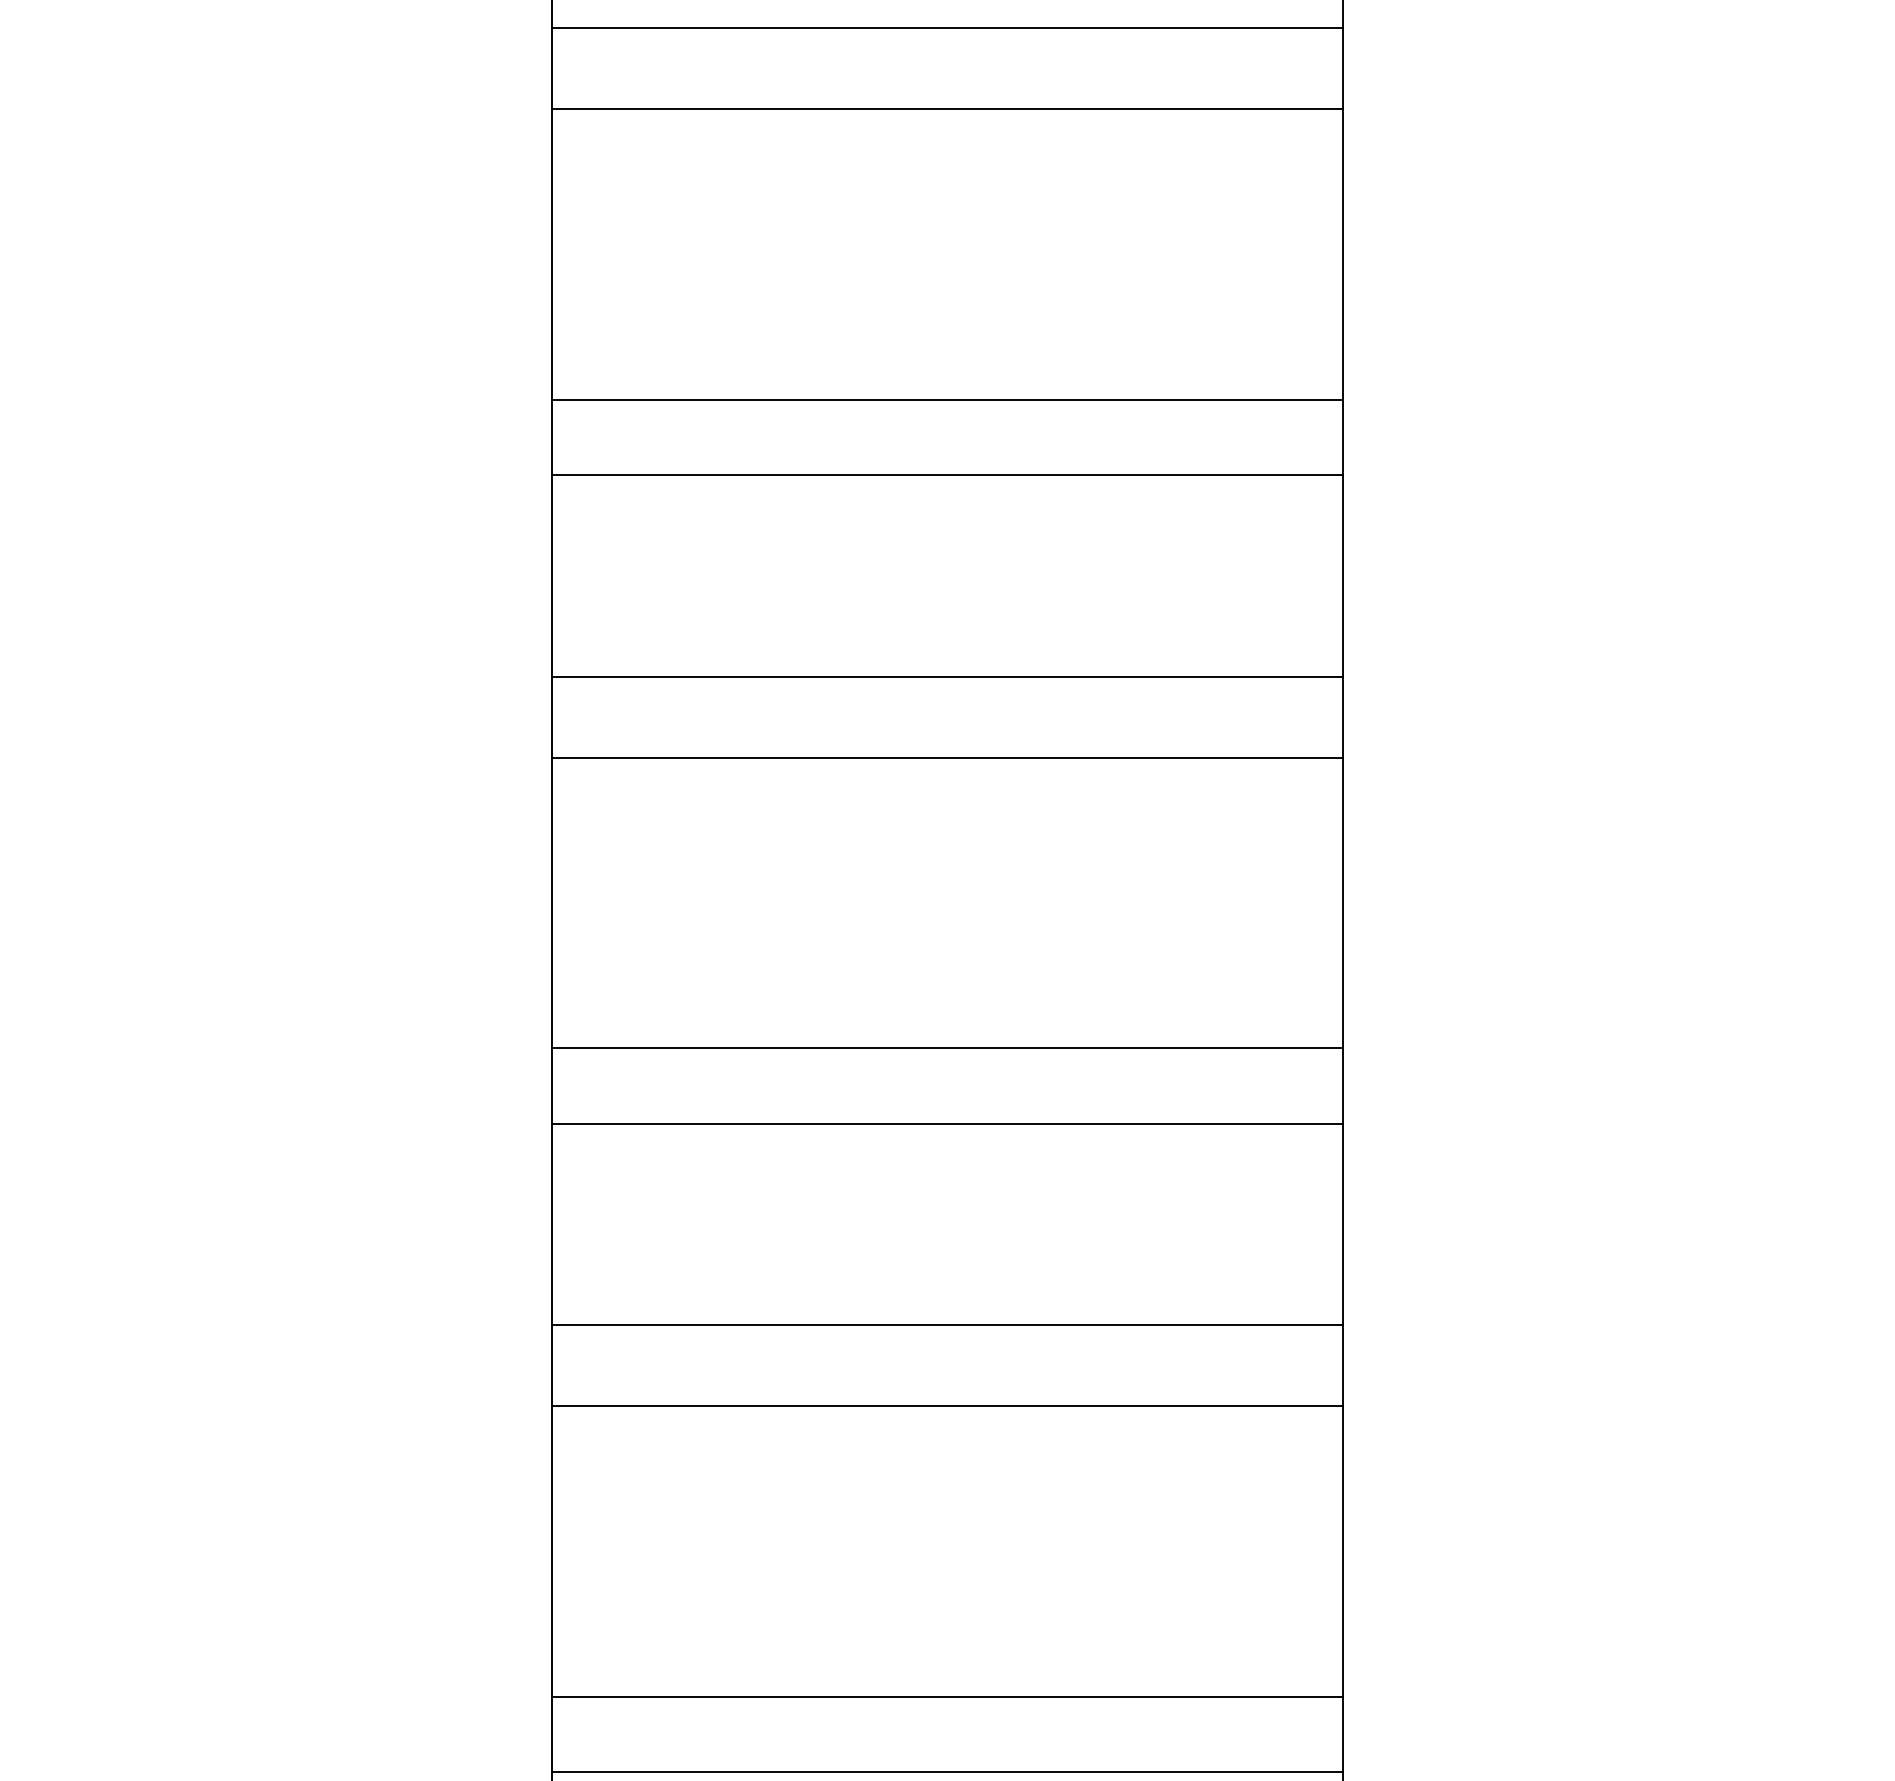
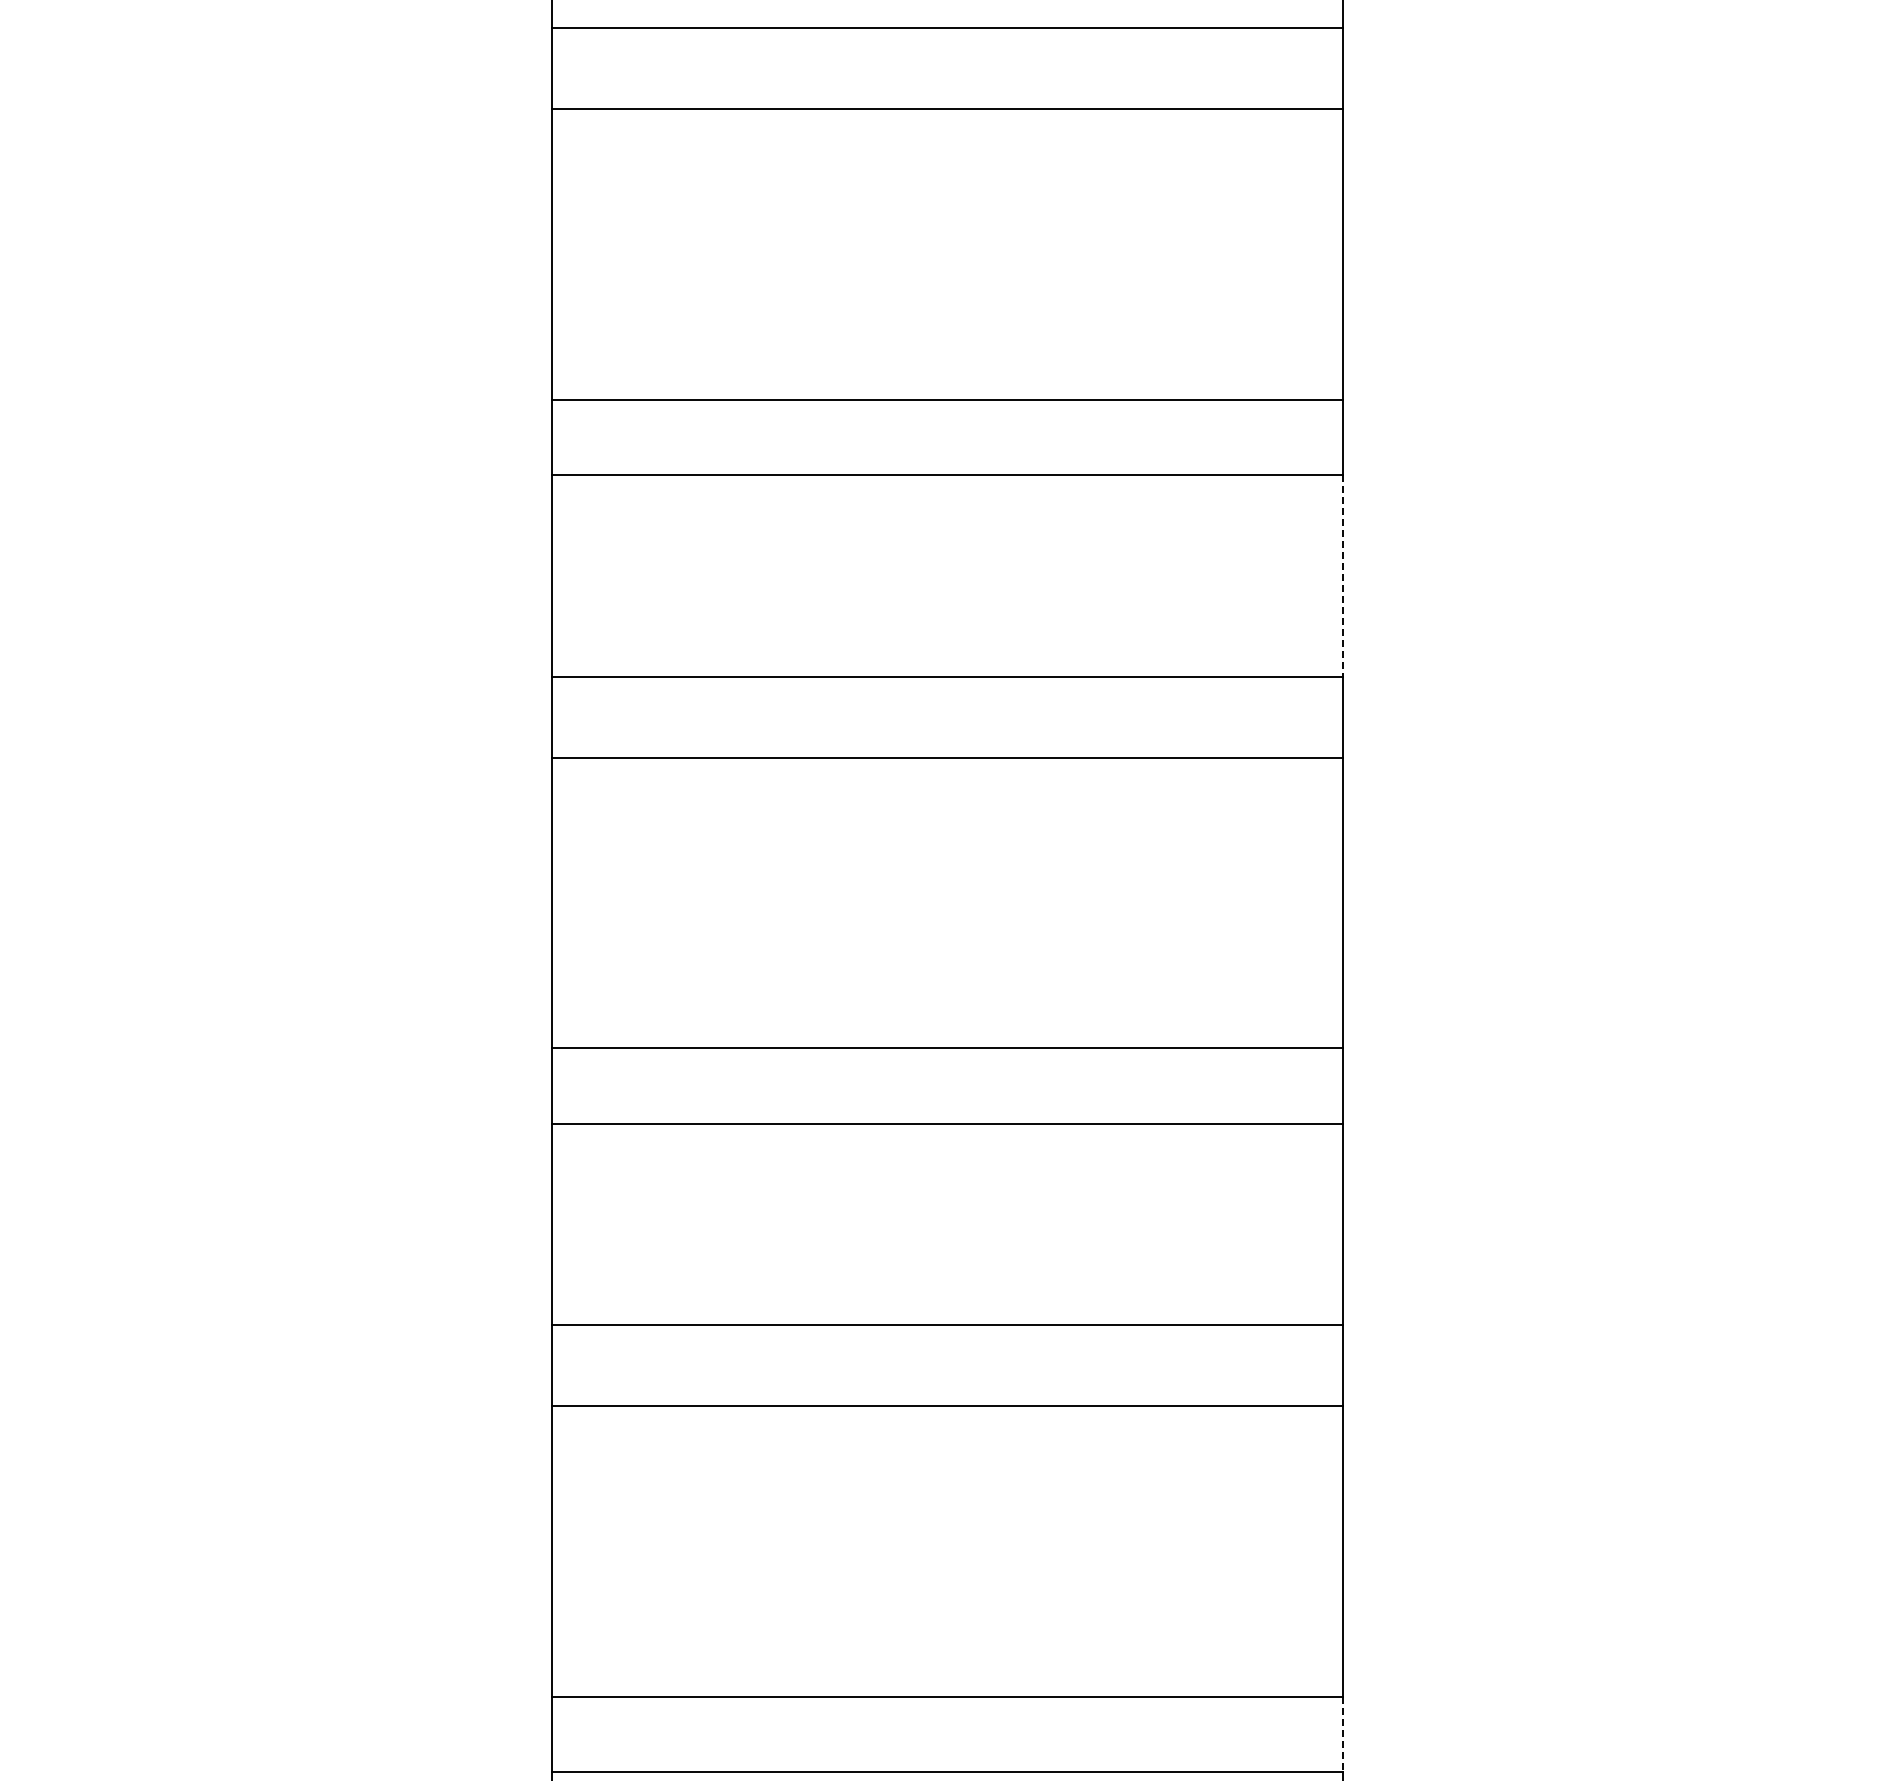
line at (1342, 576): solid -> dashed
line at (1342, 1734): solid -> dashed
